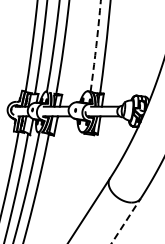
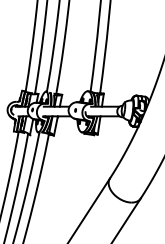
arc at (96, 45): dashed -> solid
line at (126, 221): dashed -> solid
